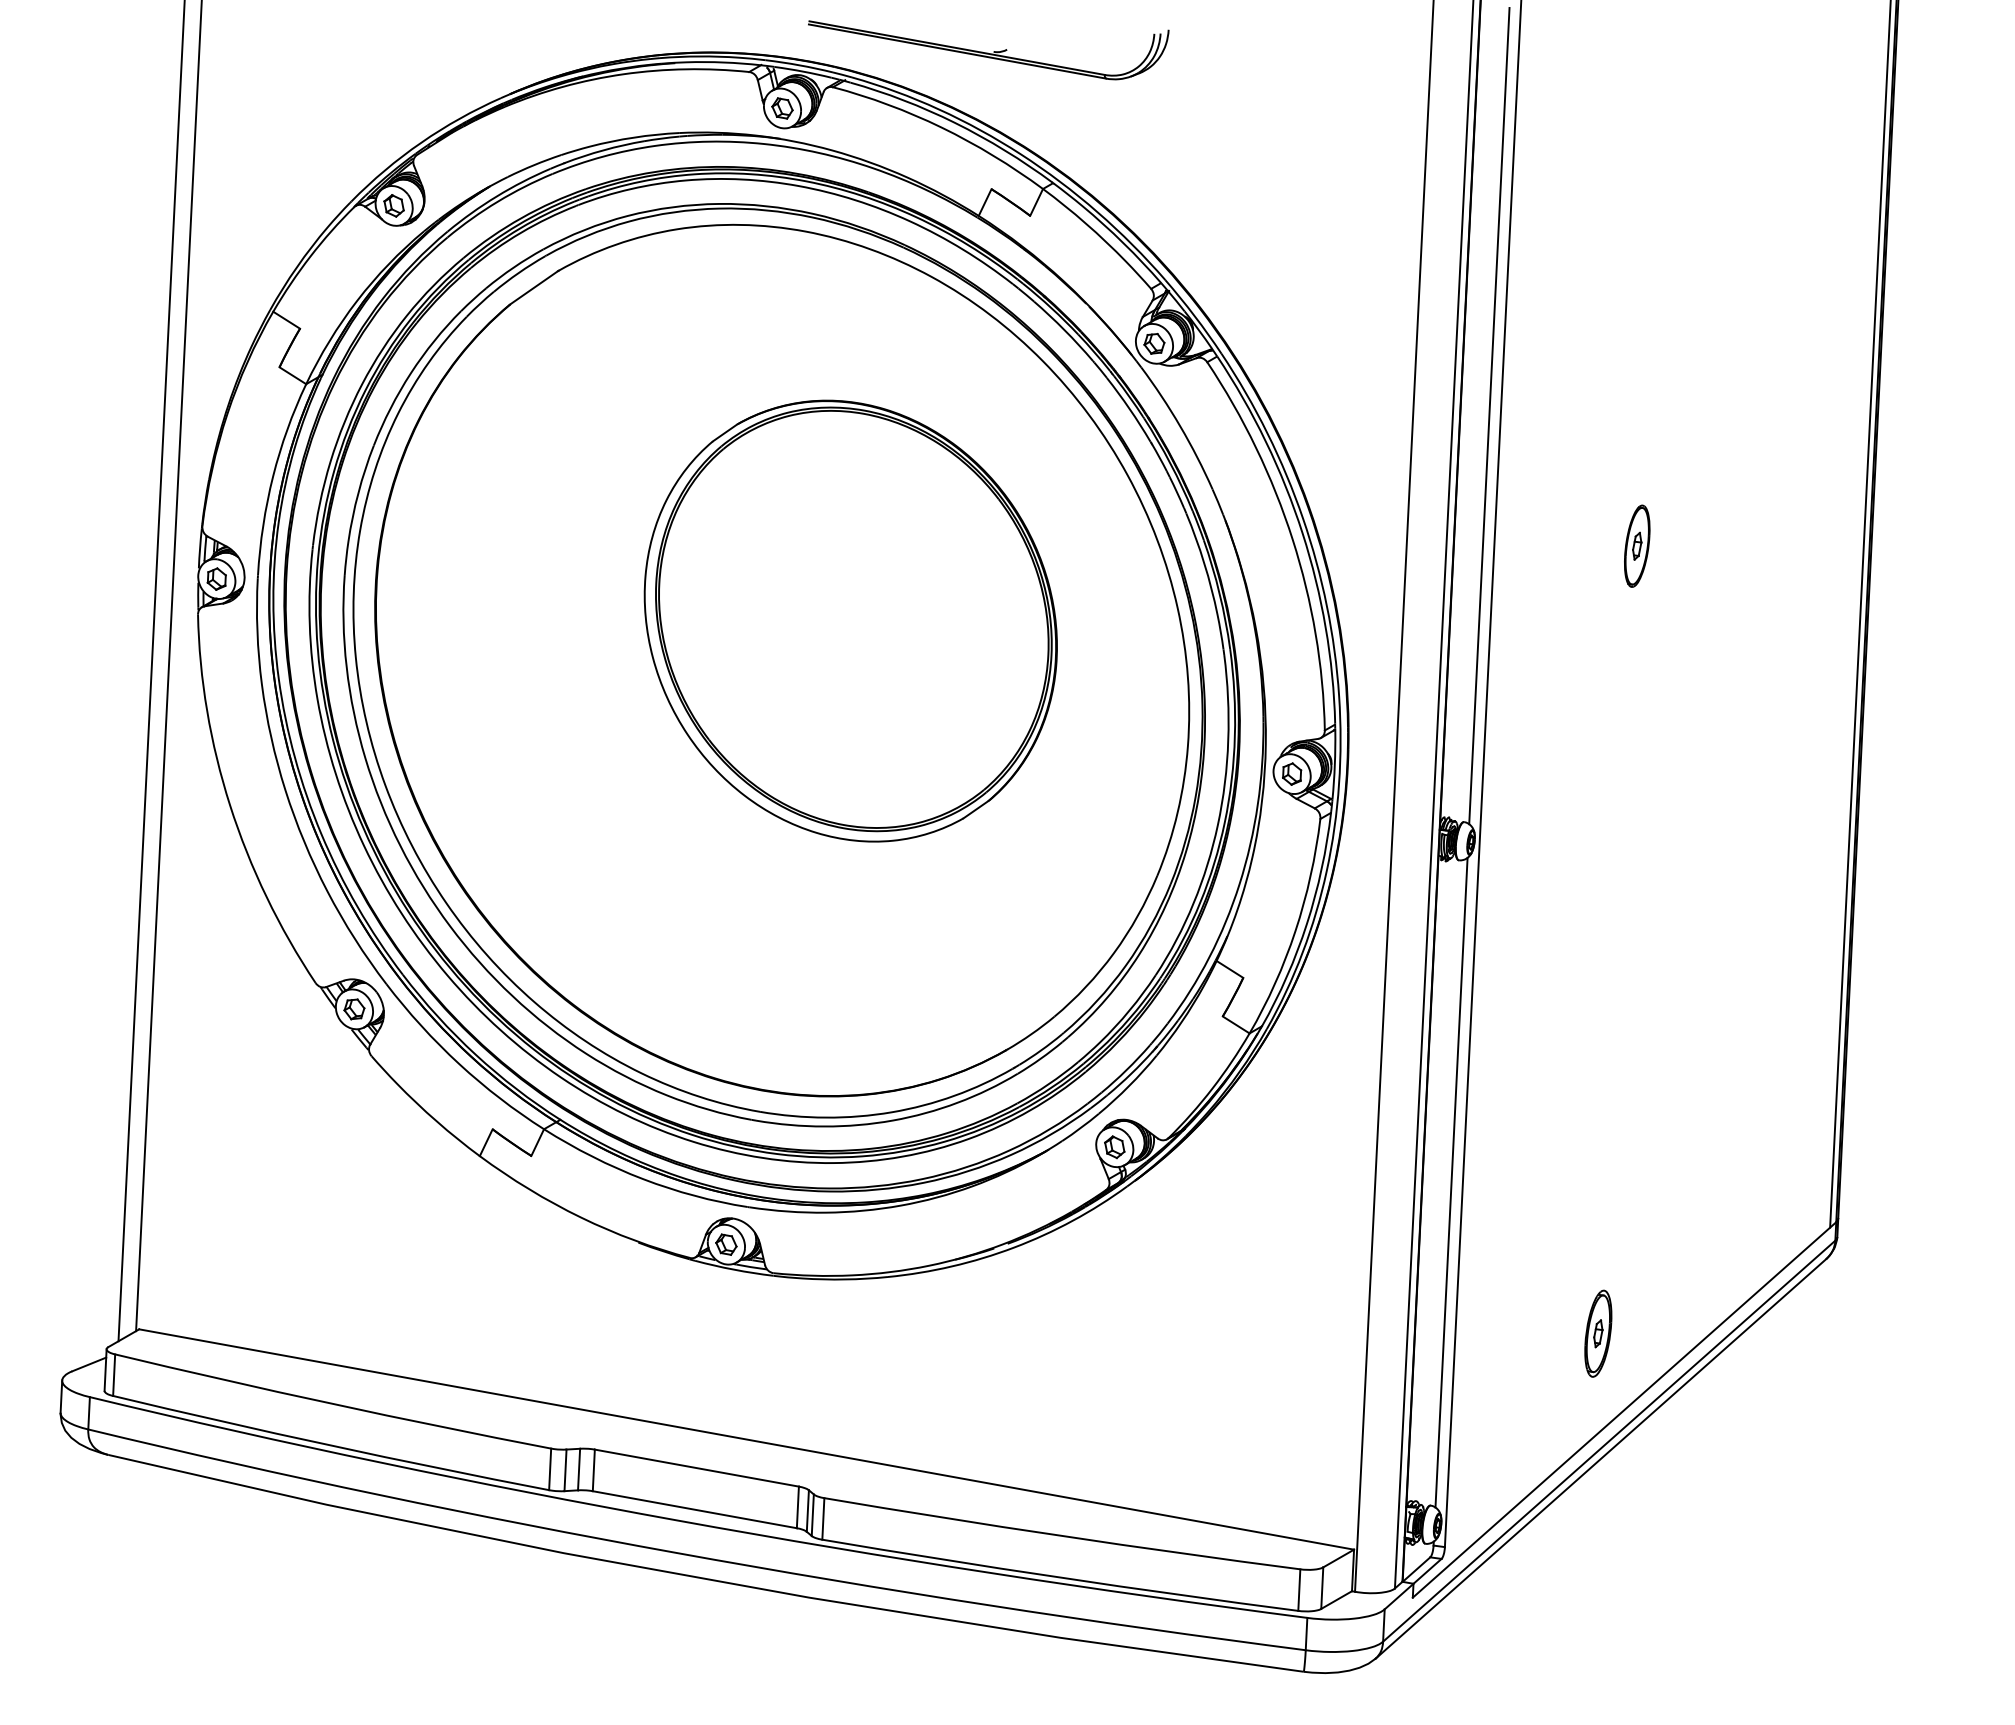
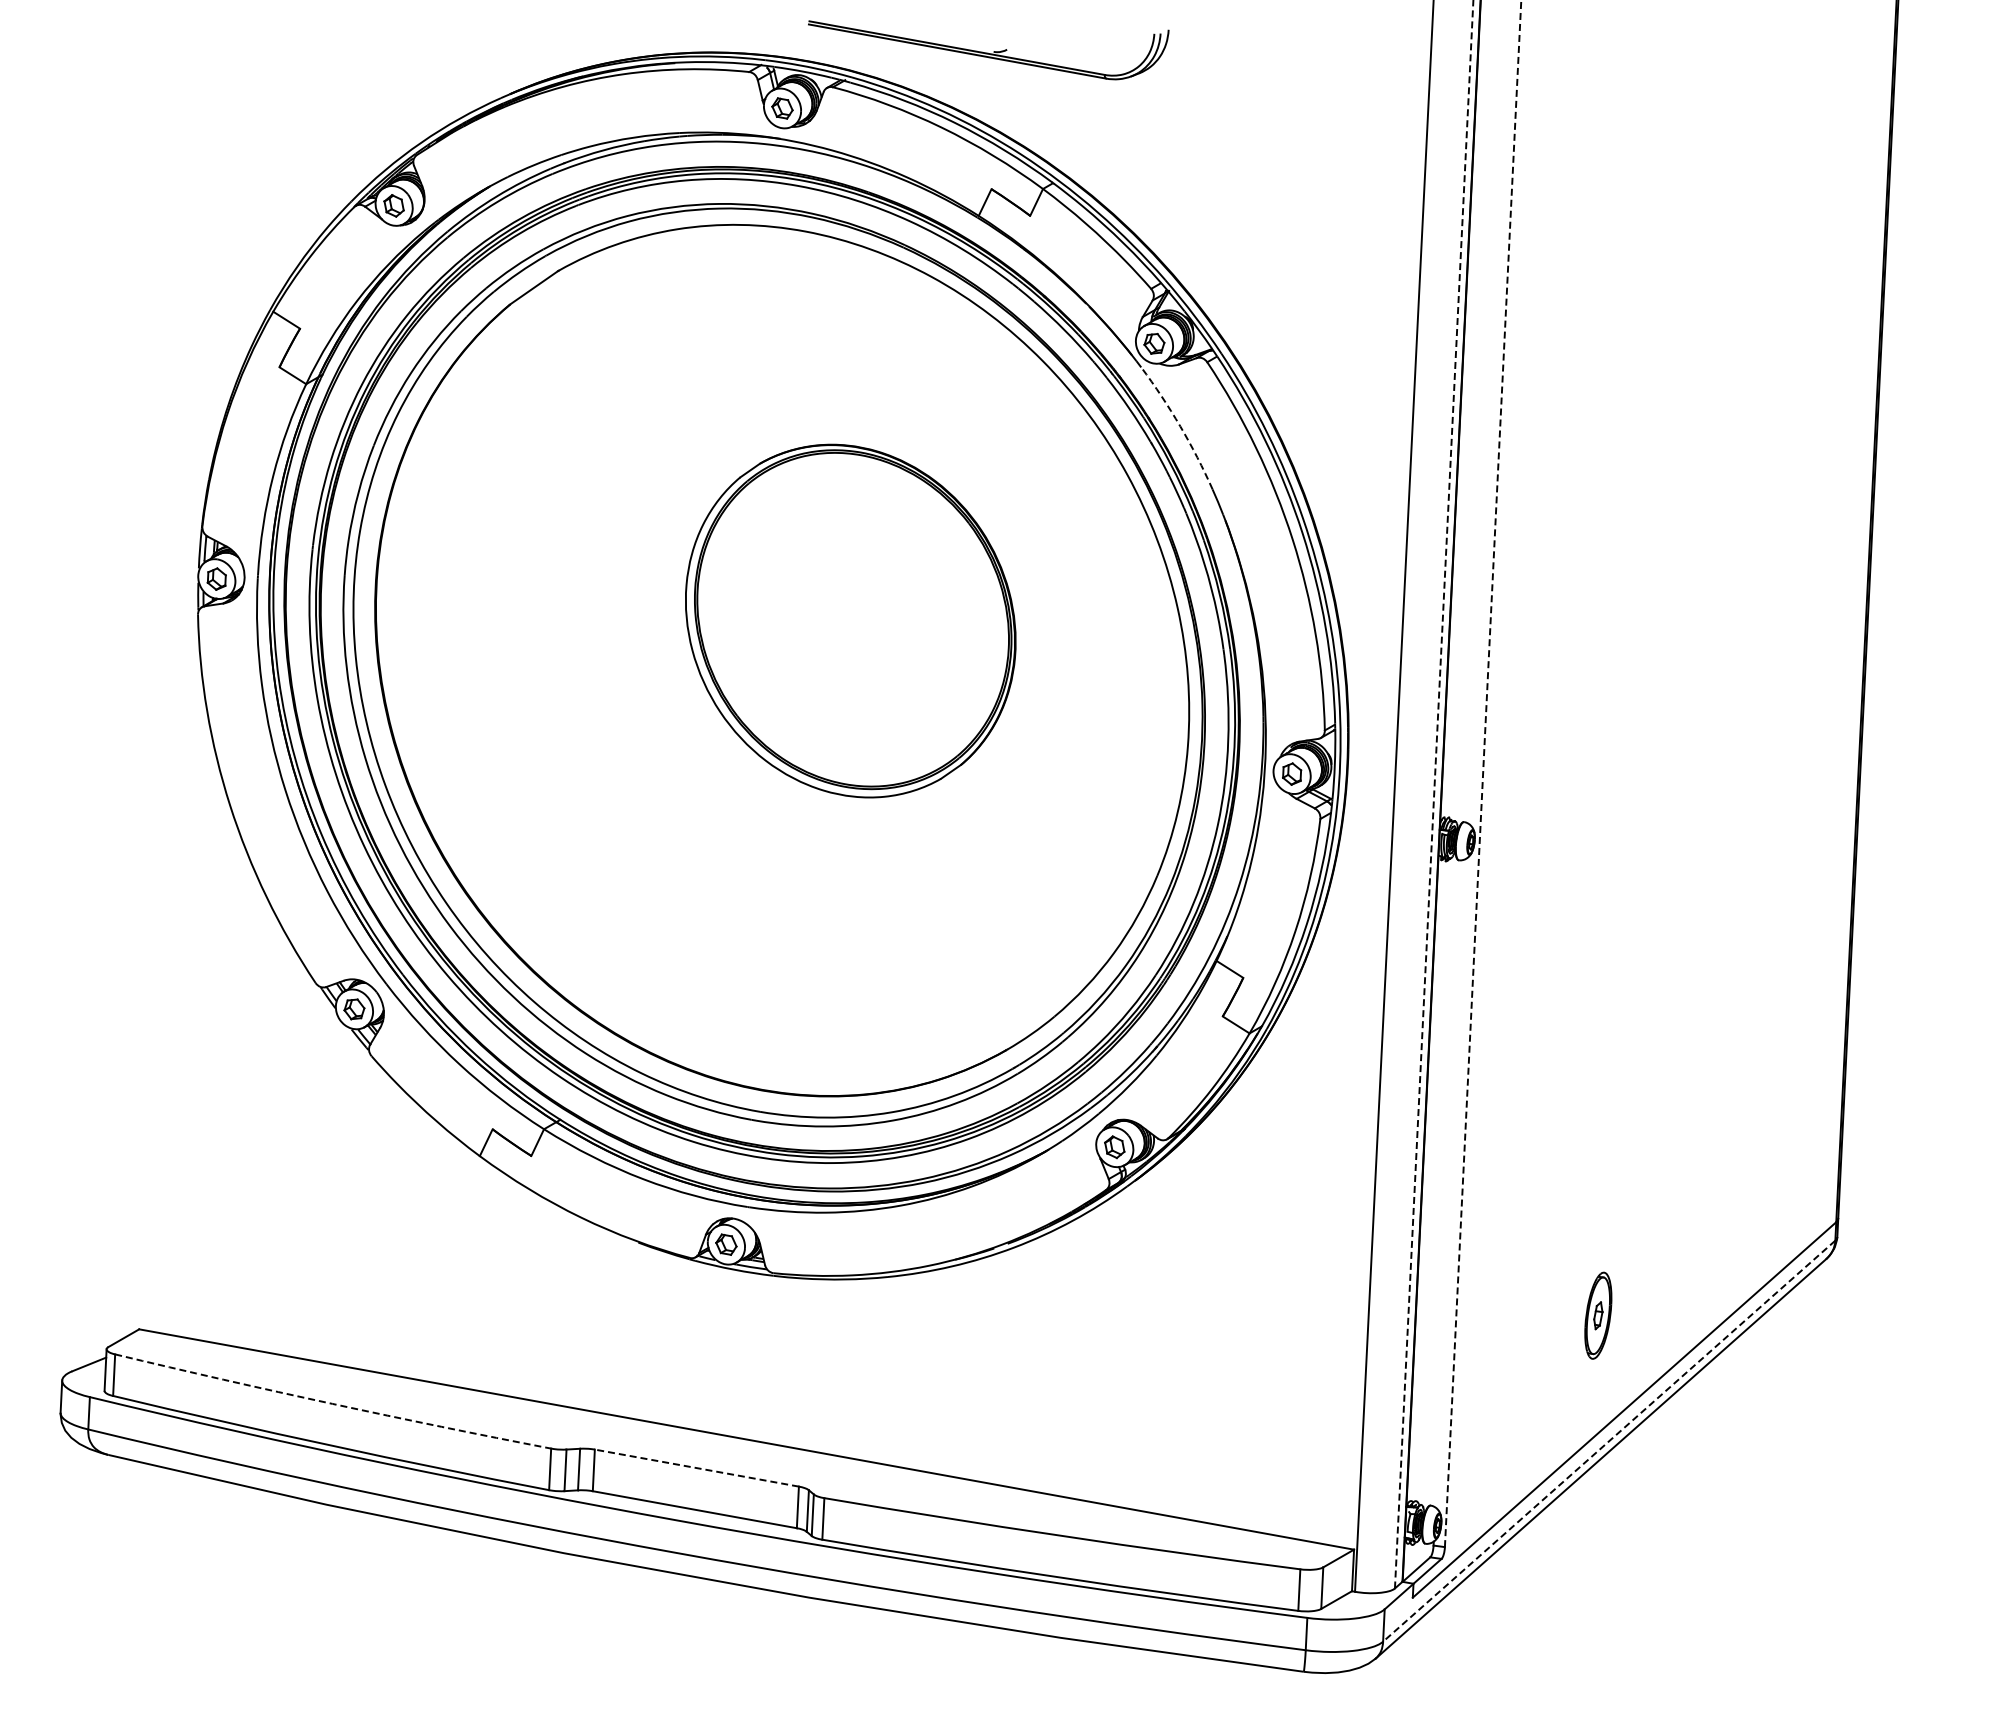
line at (1489, 416): present -> none
arc at (1180, 426): solid -> dashed
part at (1637, 545): present -> none
line at (1860, 614): present -> none
part at (850, 620) size: 415x444 px -> 332x356 px
line at (168, 666): present -> none
line at (151, 671): present -> none
line at (1483, 773): solid -> dashed
line at (1434, 794): solid -> dashed
line at (1451, 1182): present -> none
part at (1598, 1333) position: (1598, 1333) -> (1598, 1315)
arc at (332, 1403): solid -> dashed
line at (1608, 1441): solid -> dashed
line at (696, 1468): solid -> dashed
